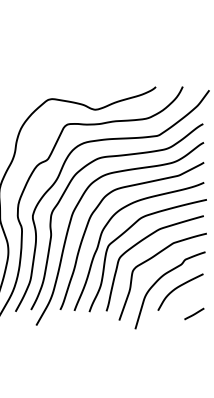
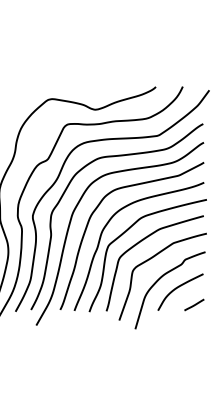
line at (194, 313) position: (194, 313) -> (194, 304)
